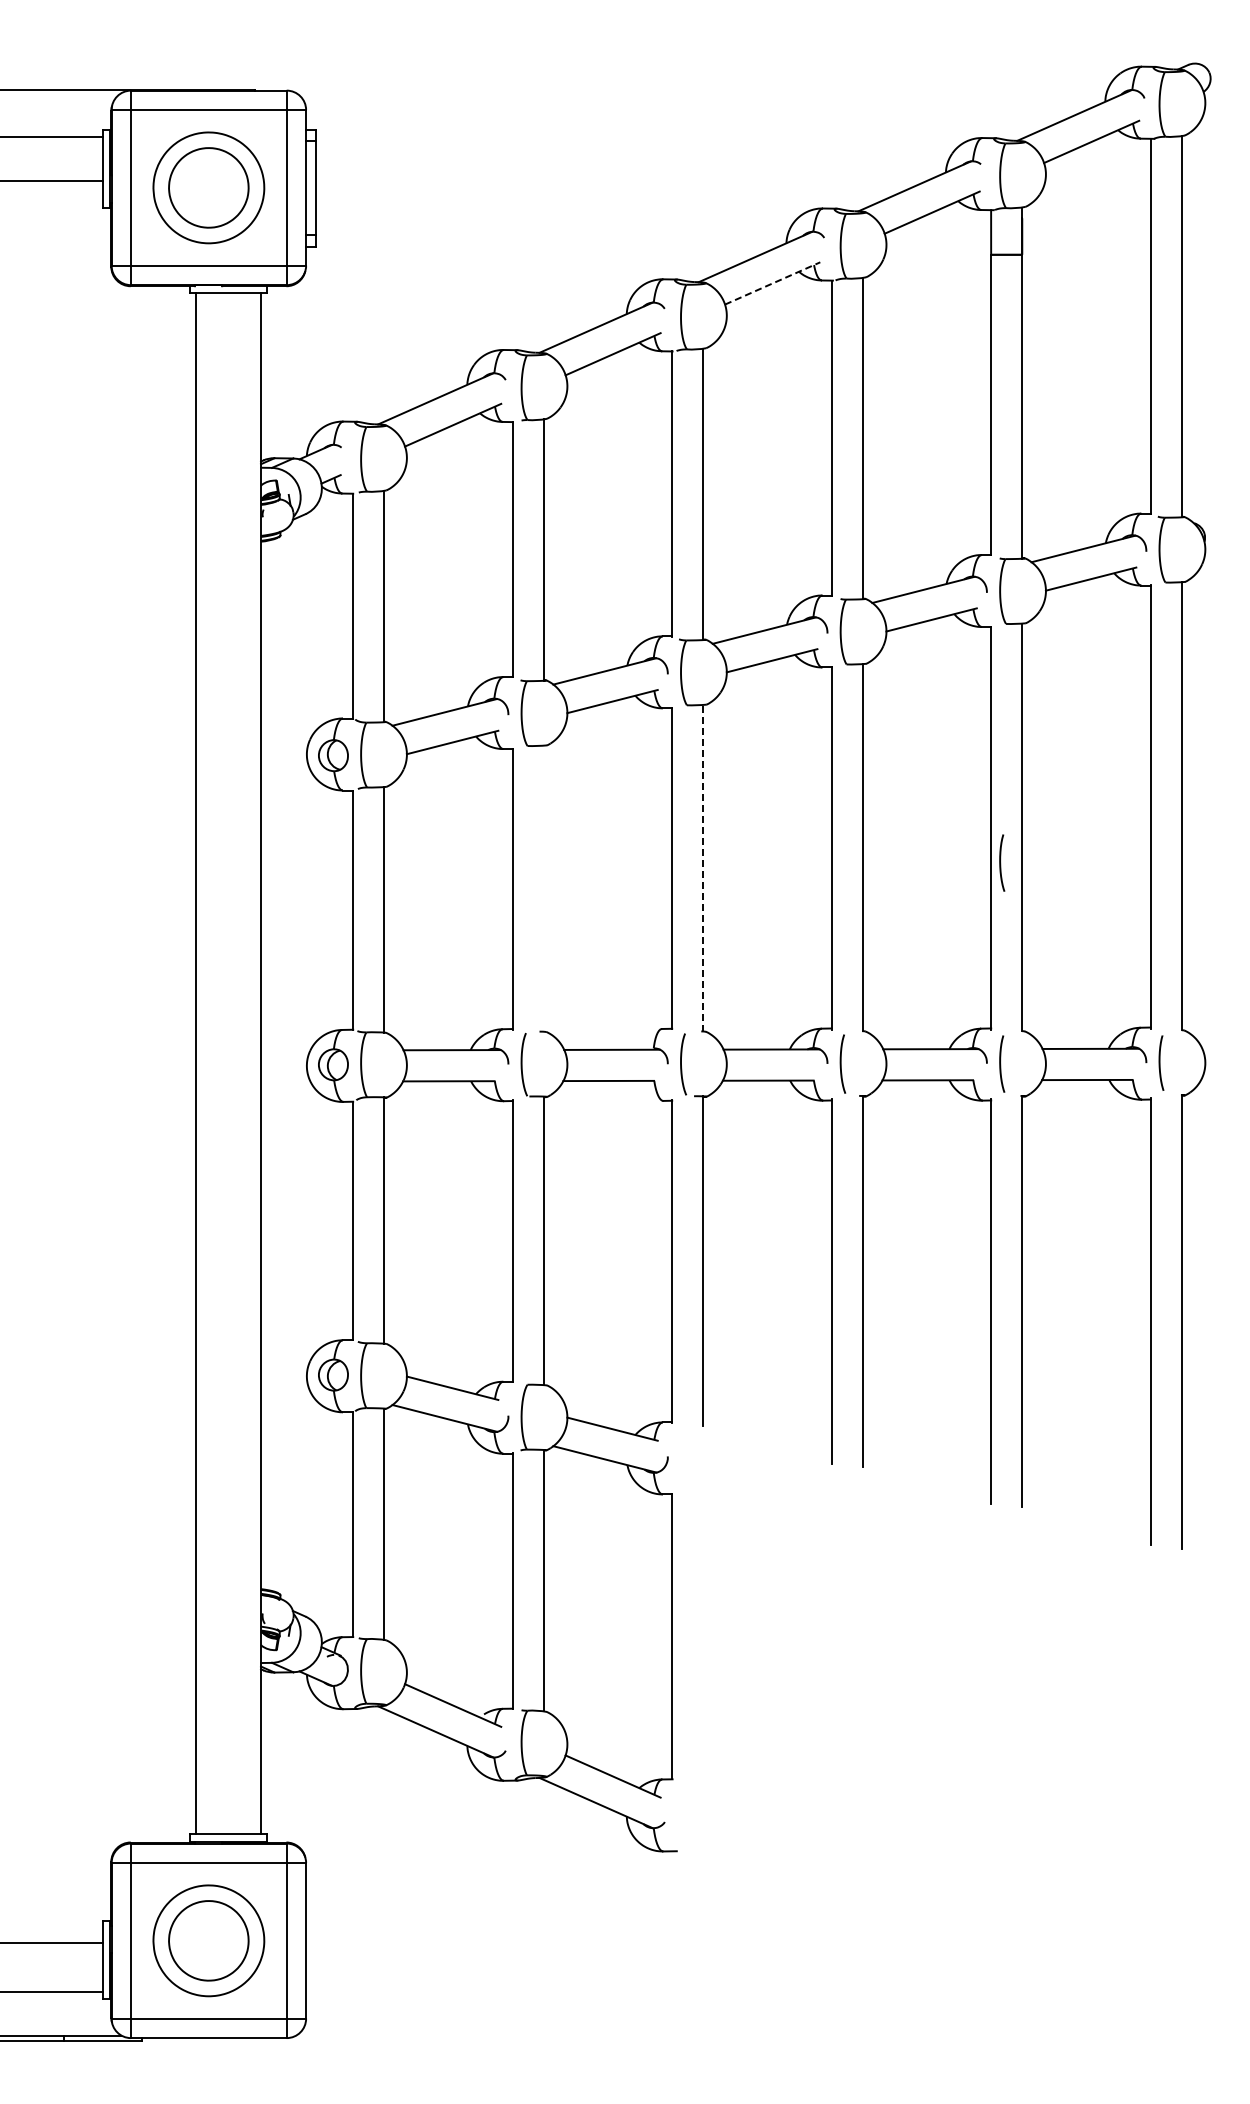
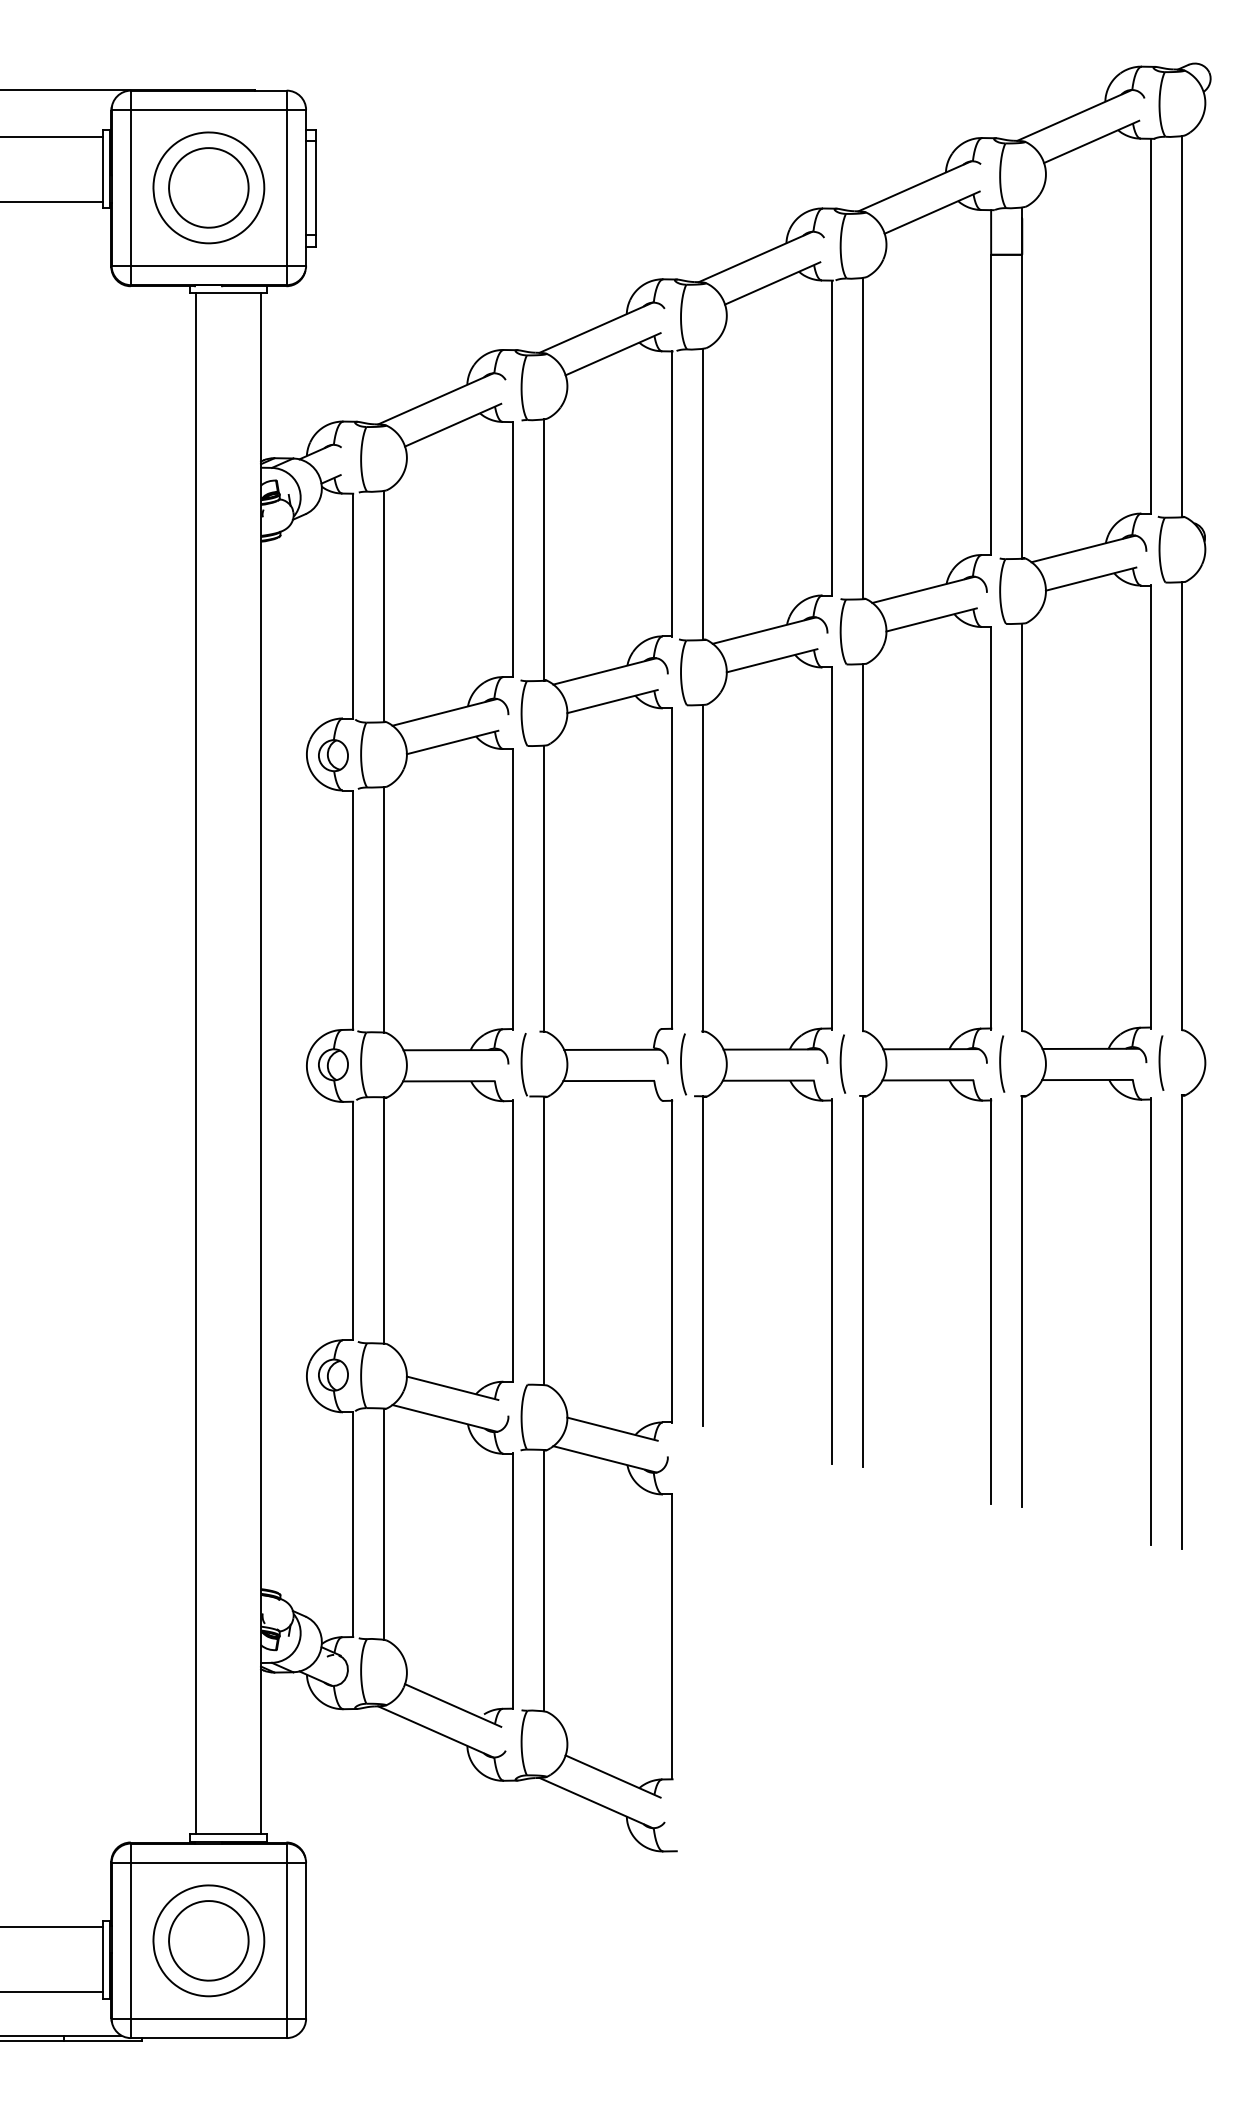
line at (52, 180) position: (52, 180) -> (52, 201)
line at (773, 283): dashed -> solid
curve at (1001, 862): present -> none
line at (703, 867): dashed -> solid
line at (543, 888): none -> present
line at (52, 1943) position: (52, 1943) -> (52, 1927)
